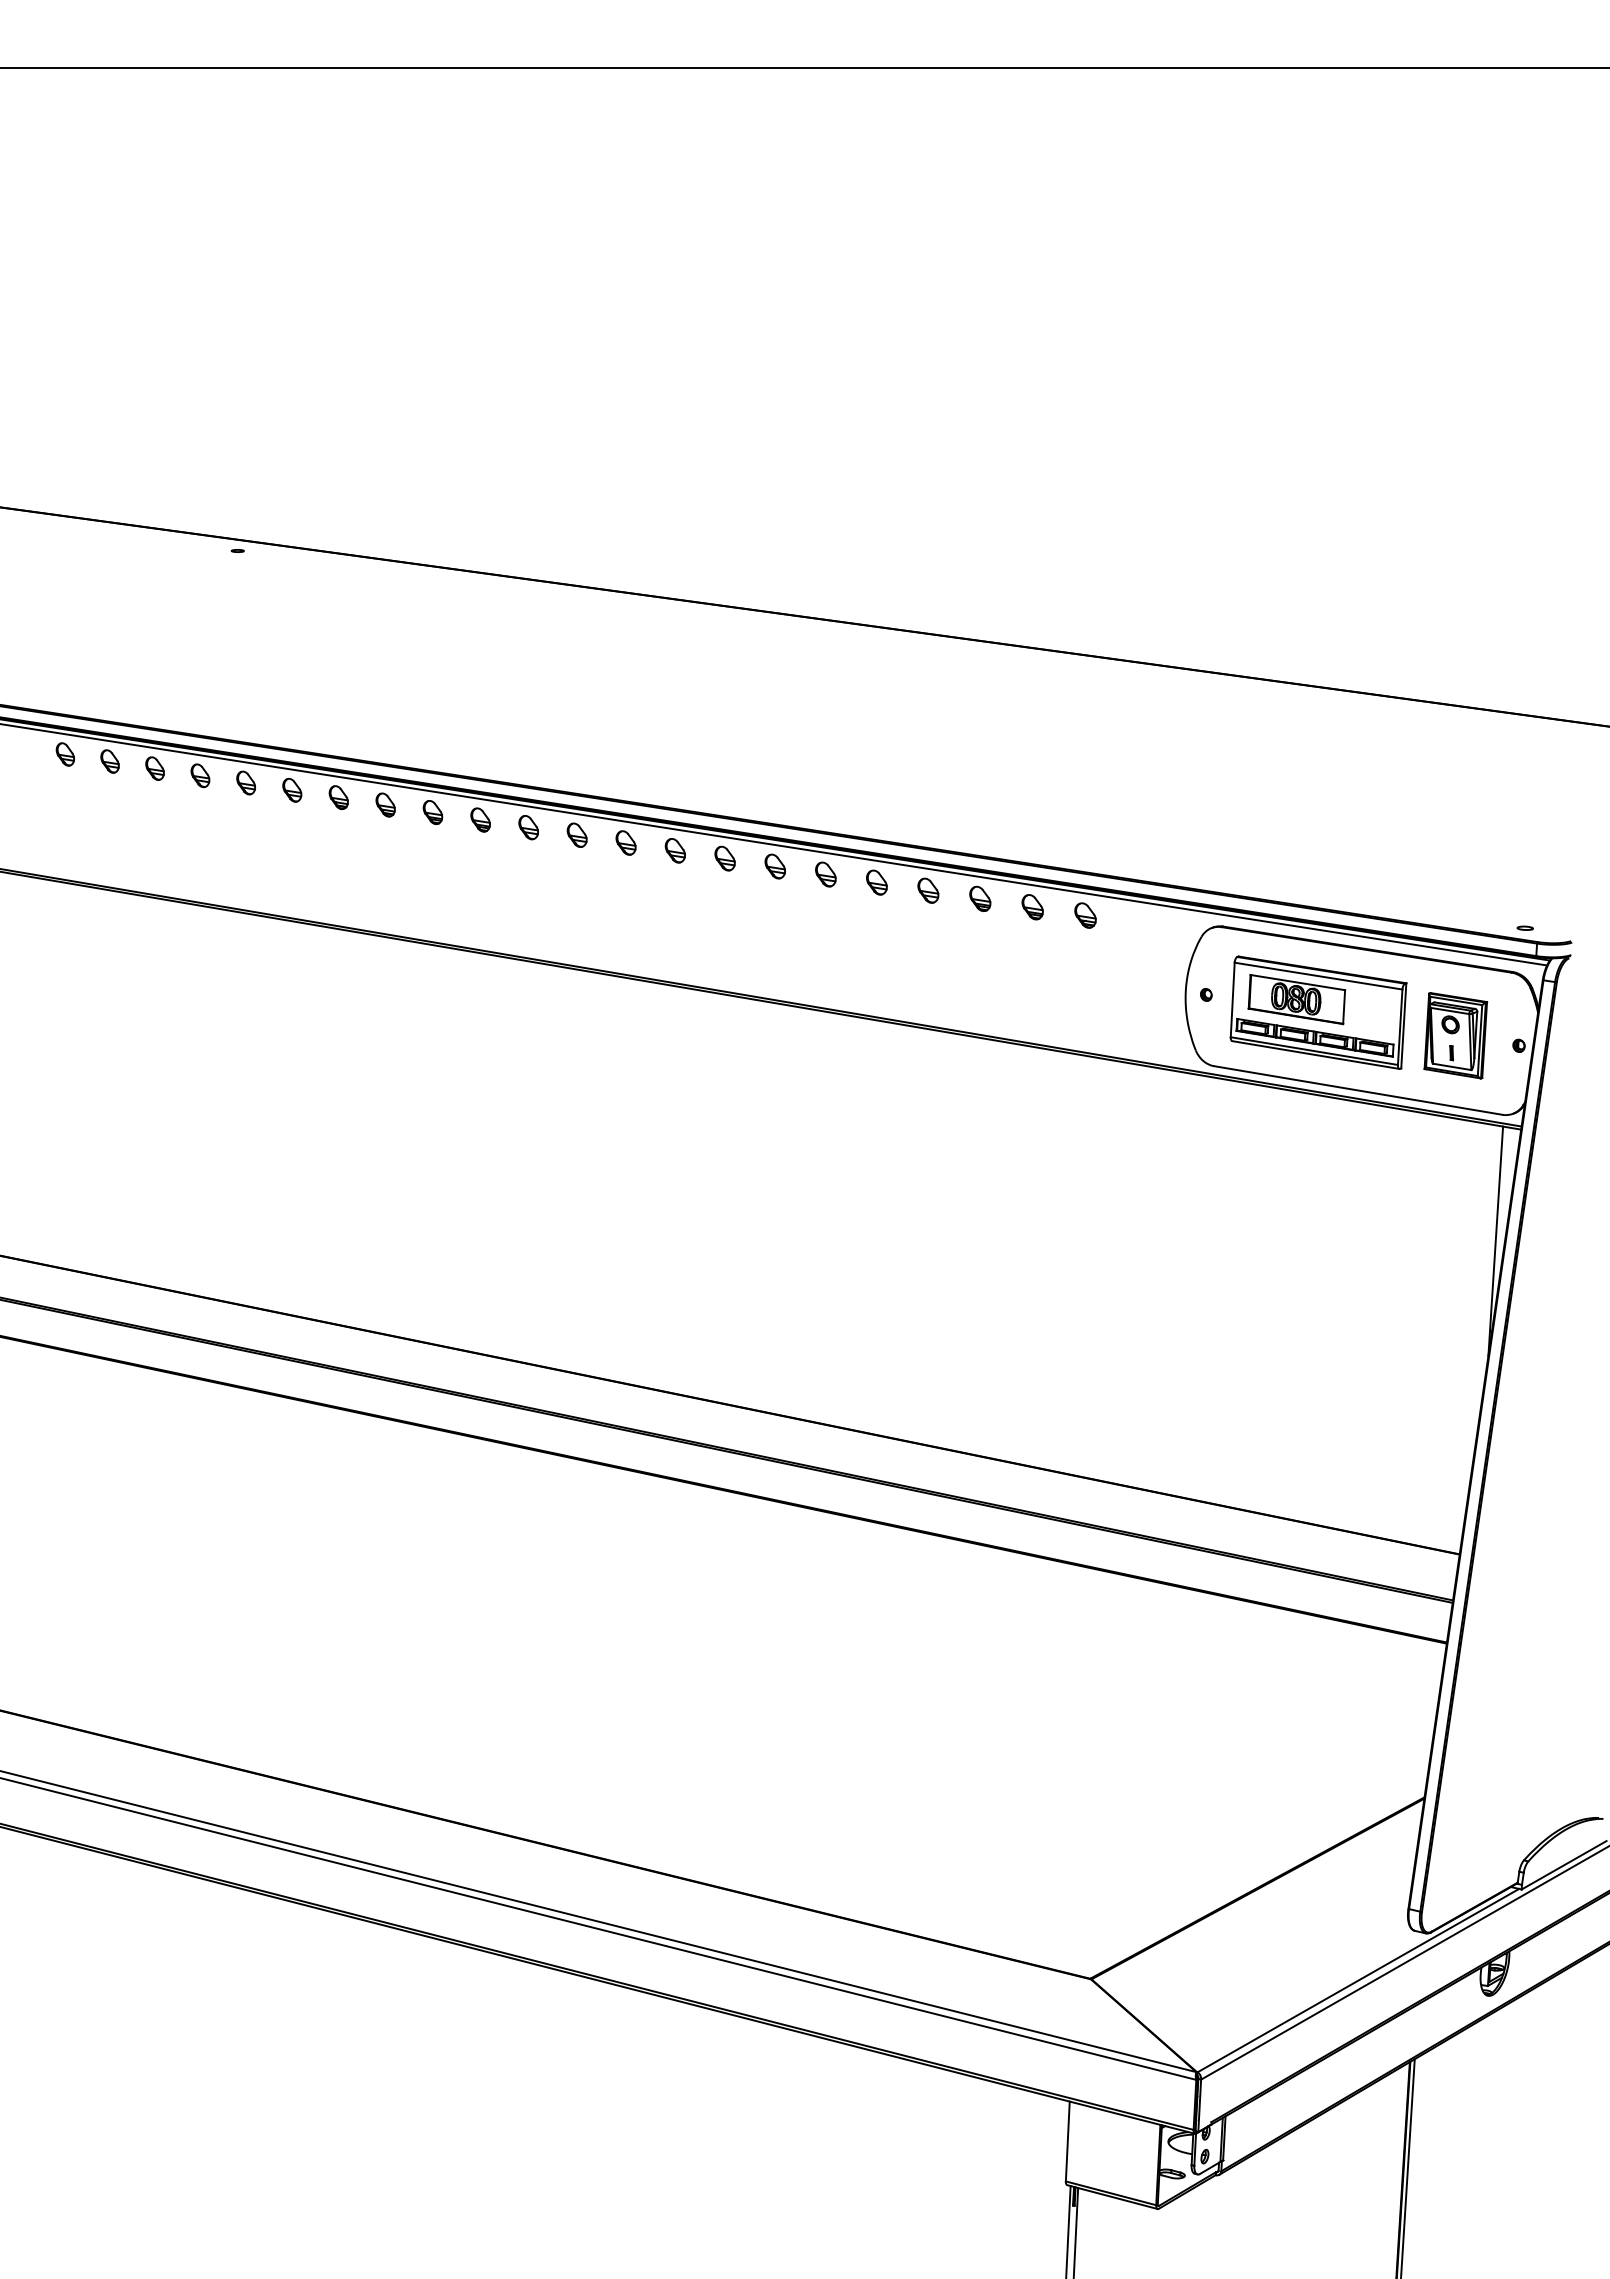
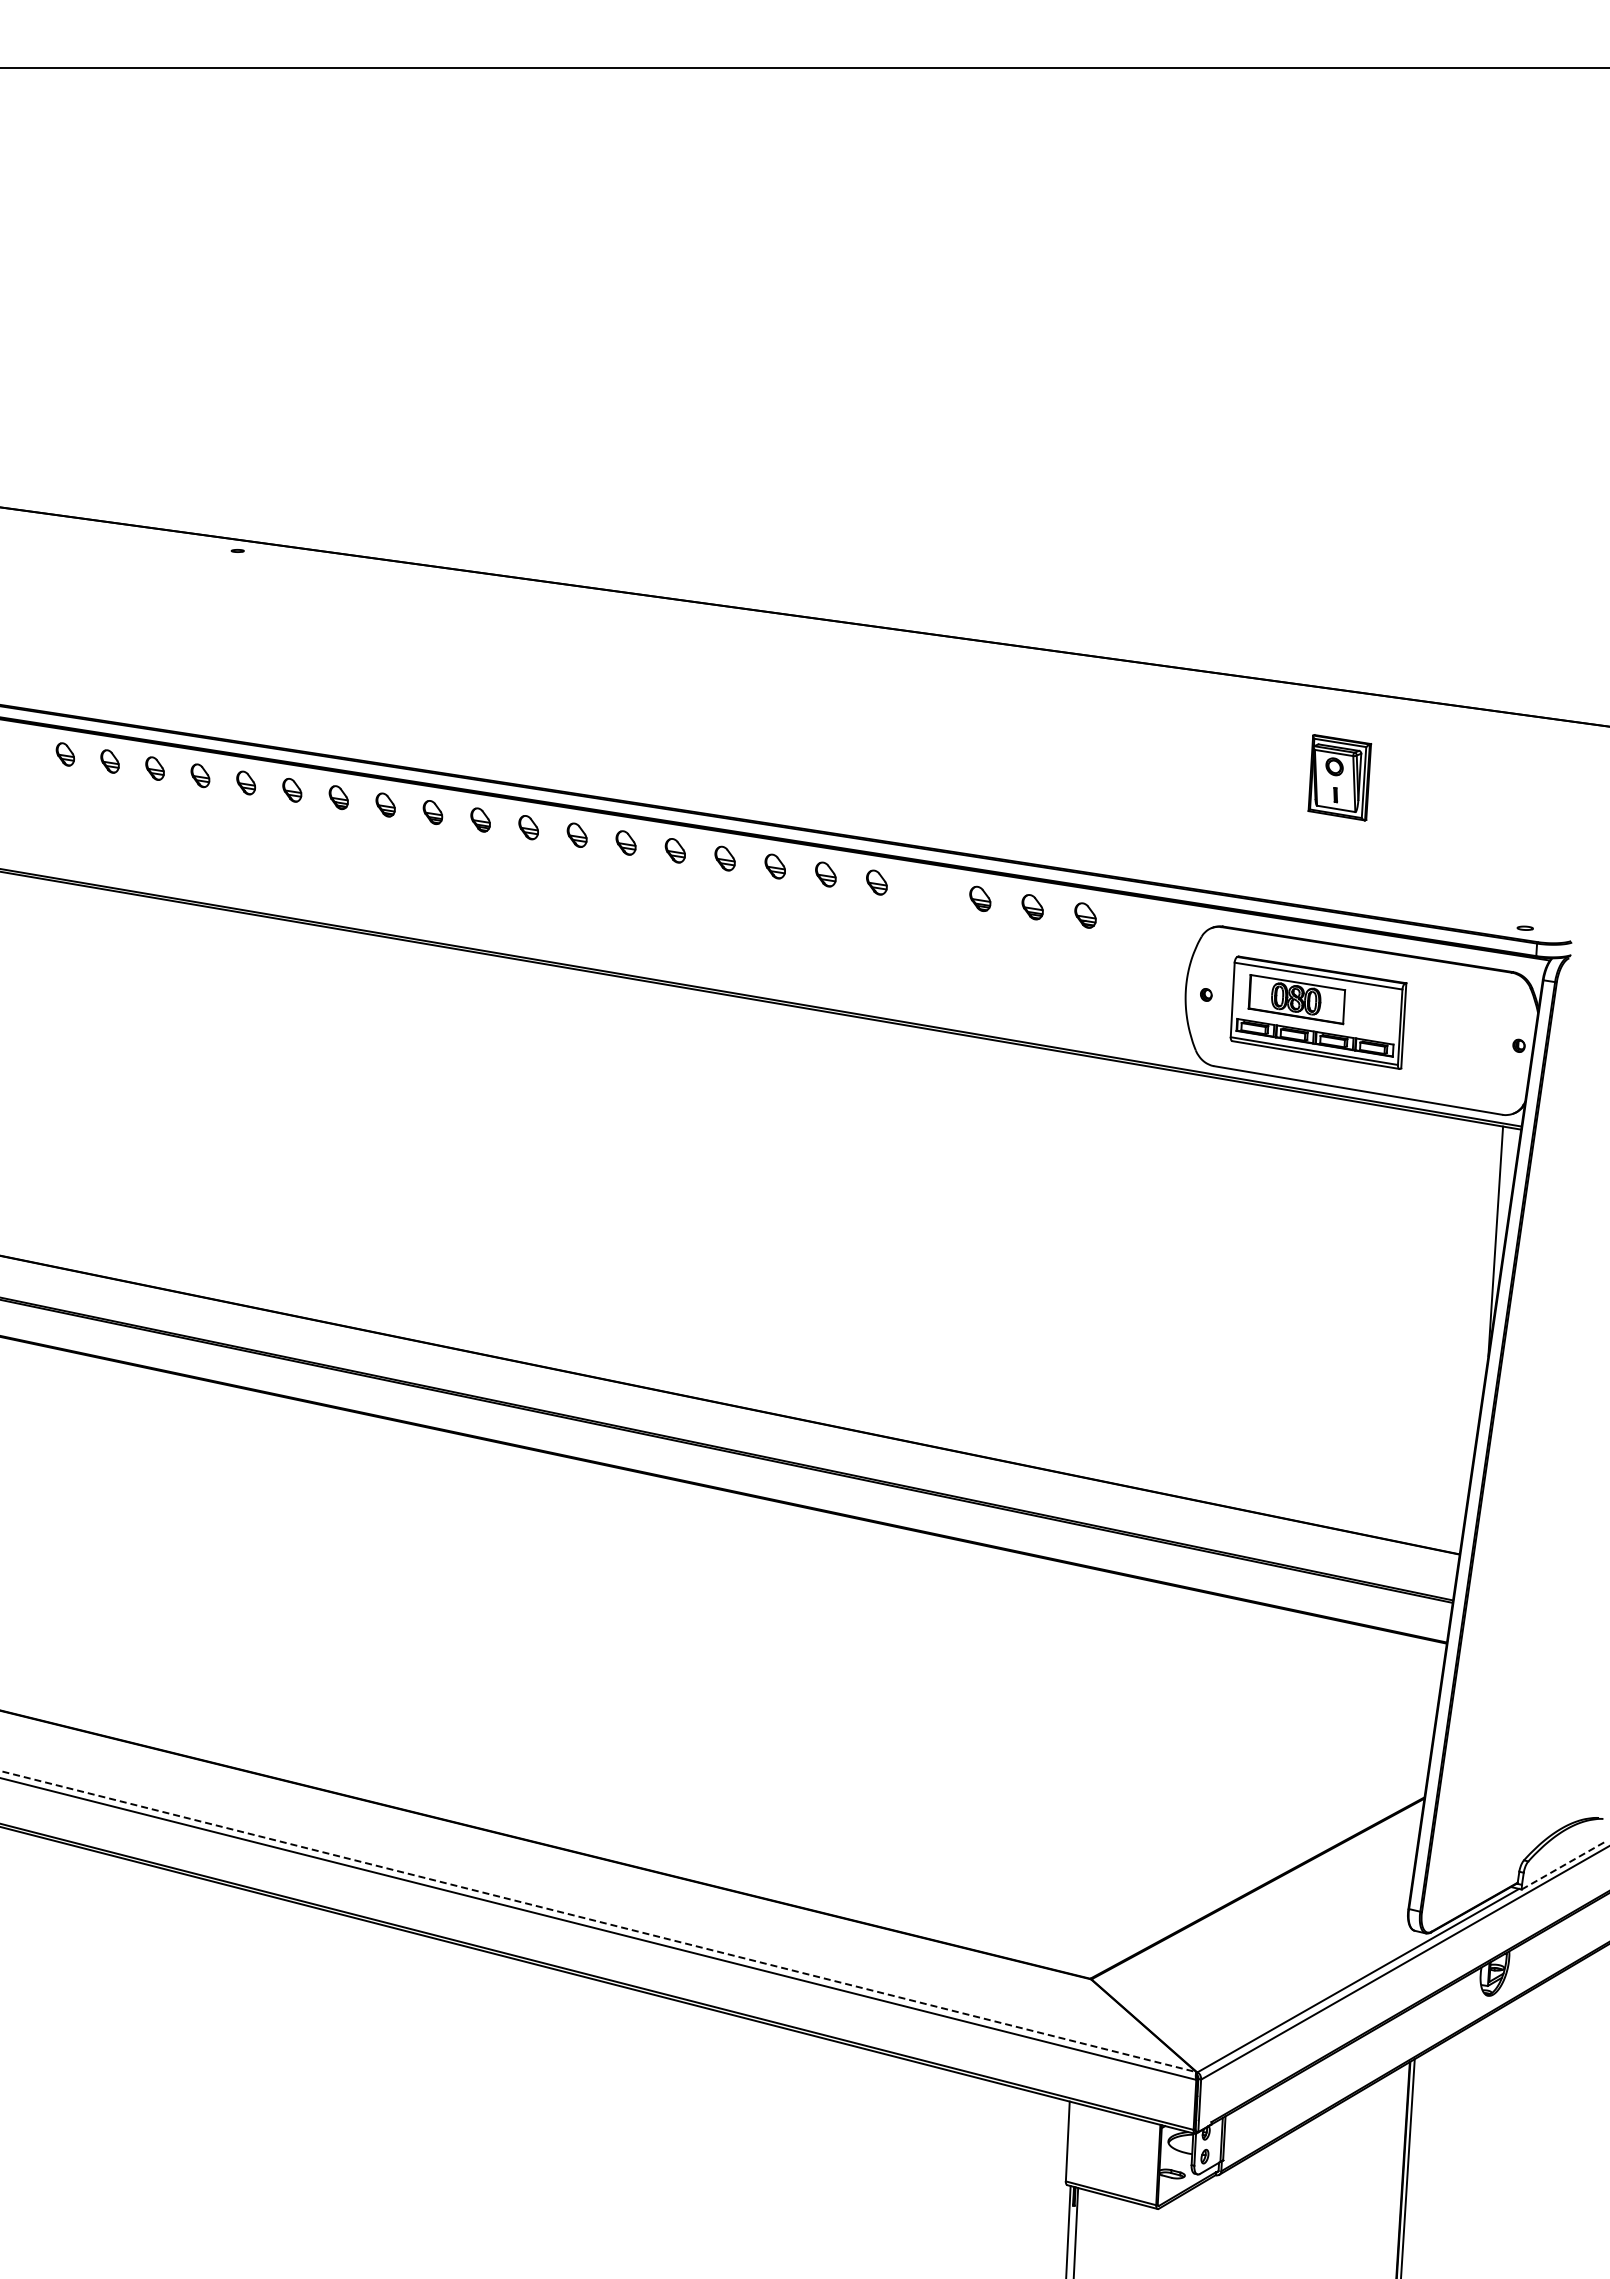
line at (774, 844): present -> none
part at (928, 890): present -> none
part at (1455, 1035) position: (1455, 1035) -> (1339, 777)
line at (1564, 1865): solid -> dashed
line at (598, 1921): solid -> dashed
